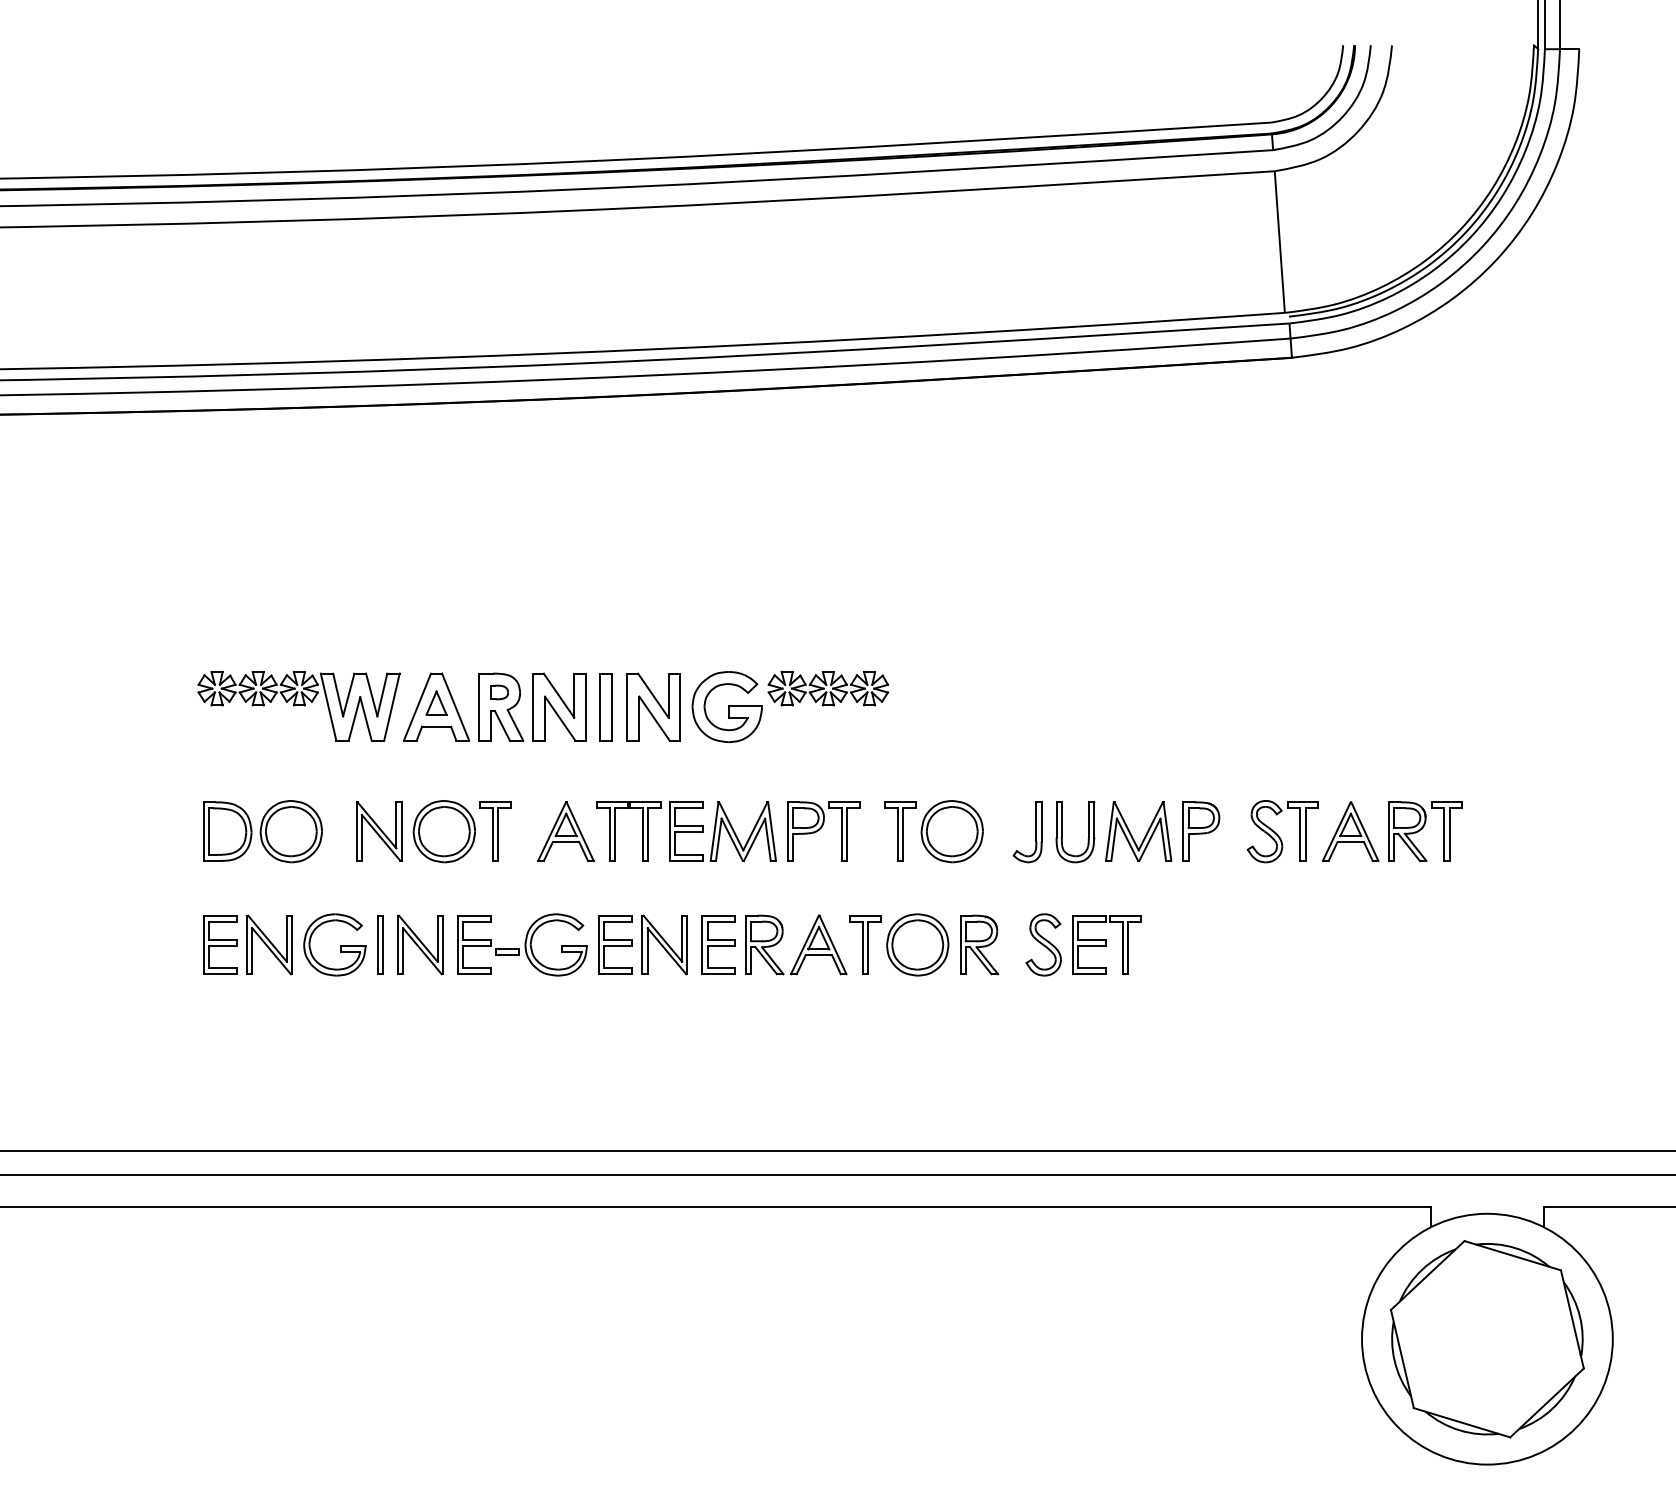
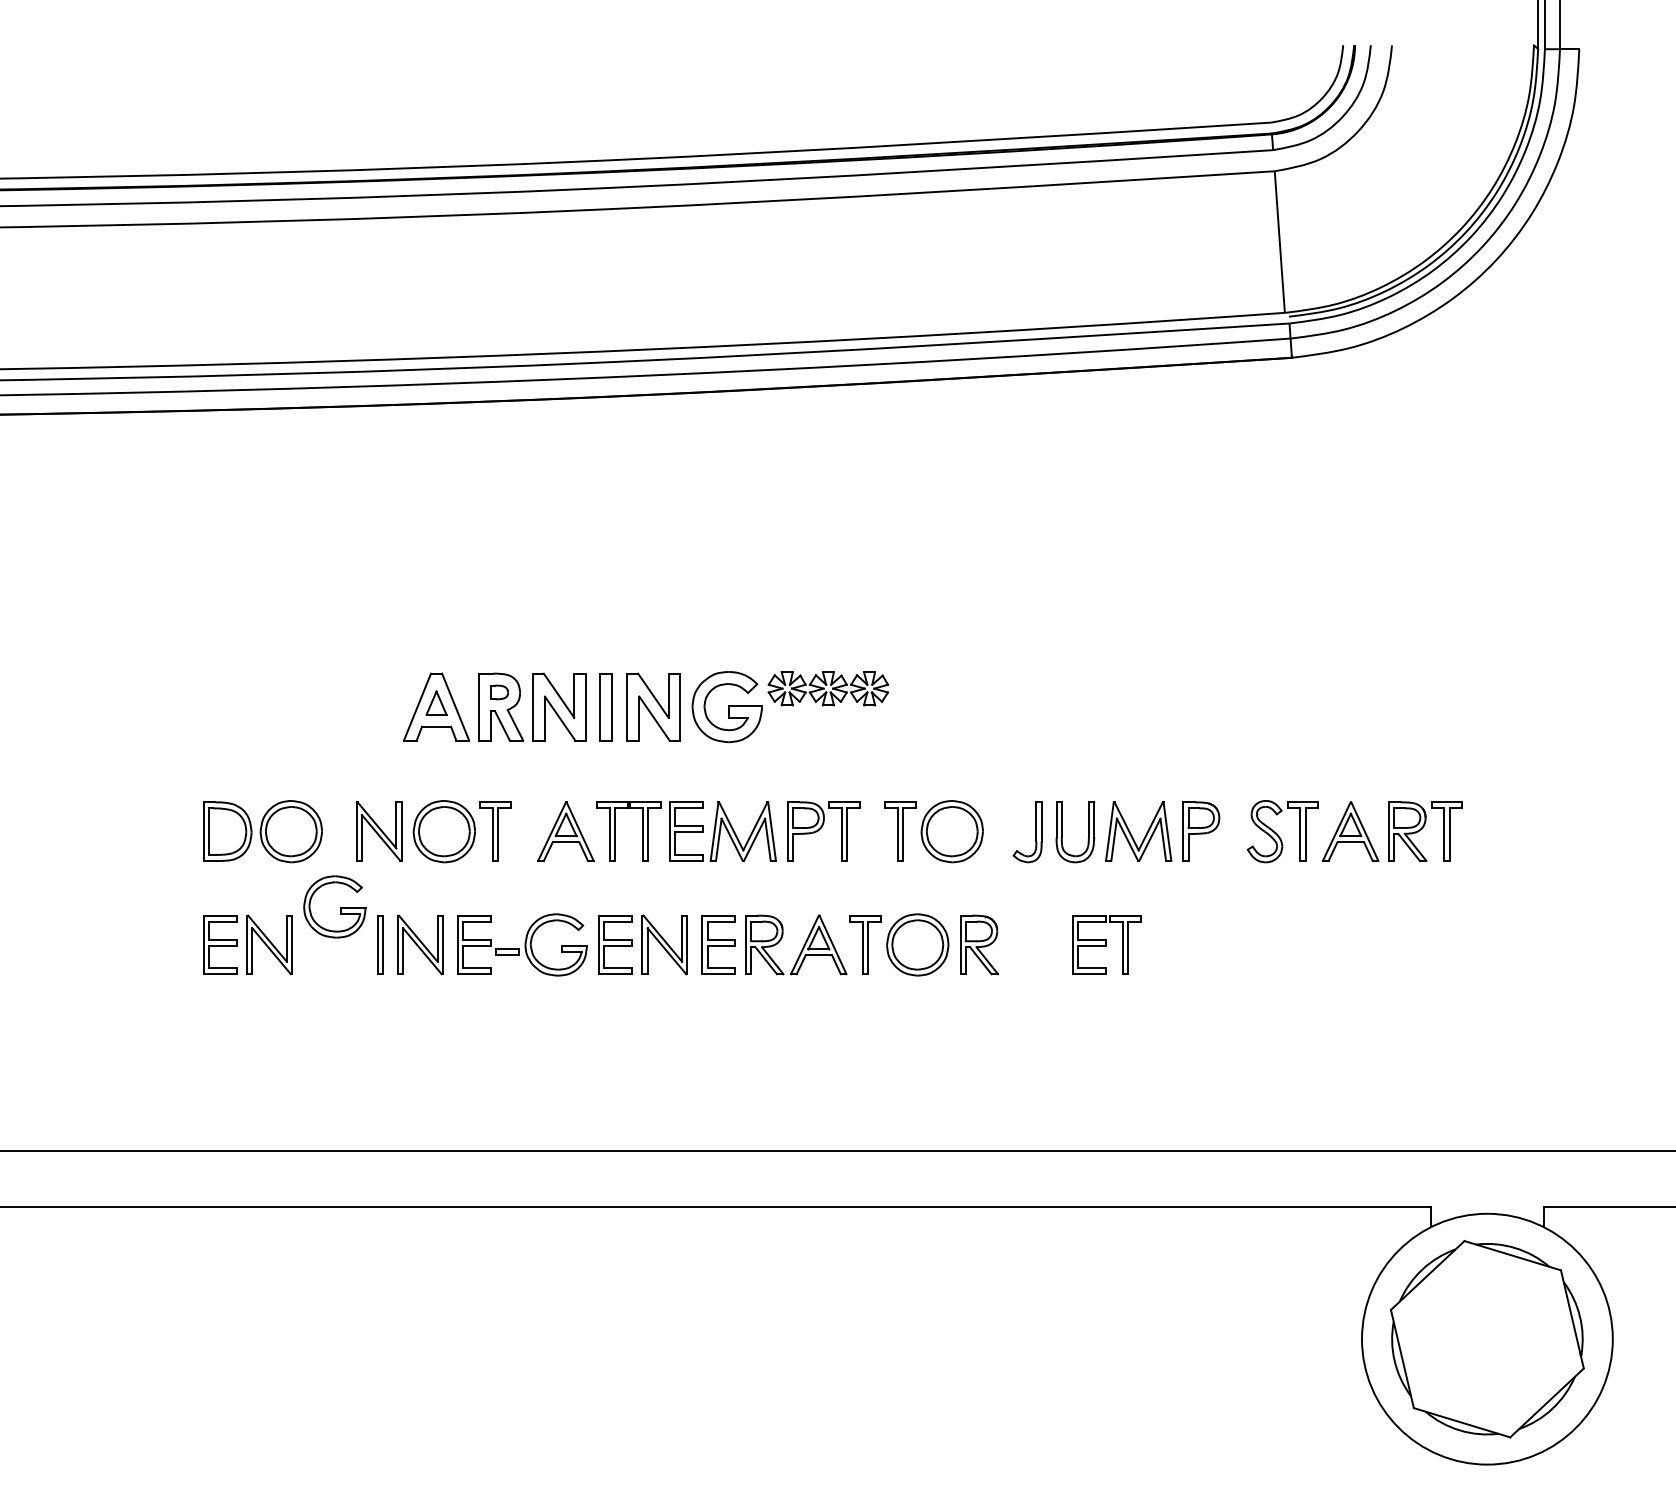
part at (298, 706): present -> none
part at (1043, 944): present -> none
part at (340, 945) position: (340, 945) -> (340, 907)
line at (837, 1175): present -> none
